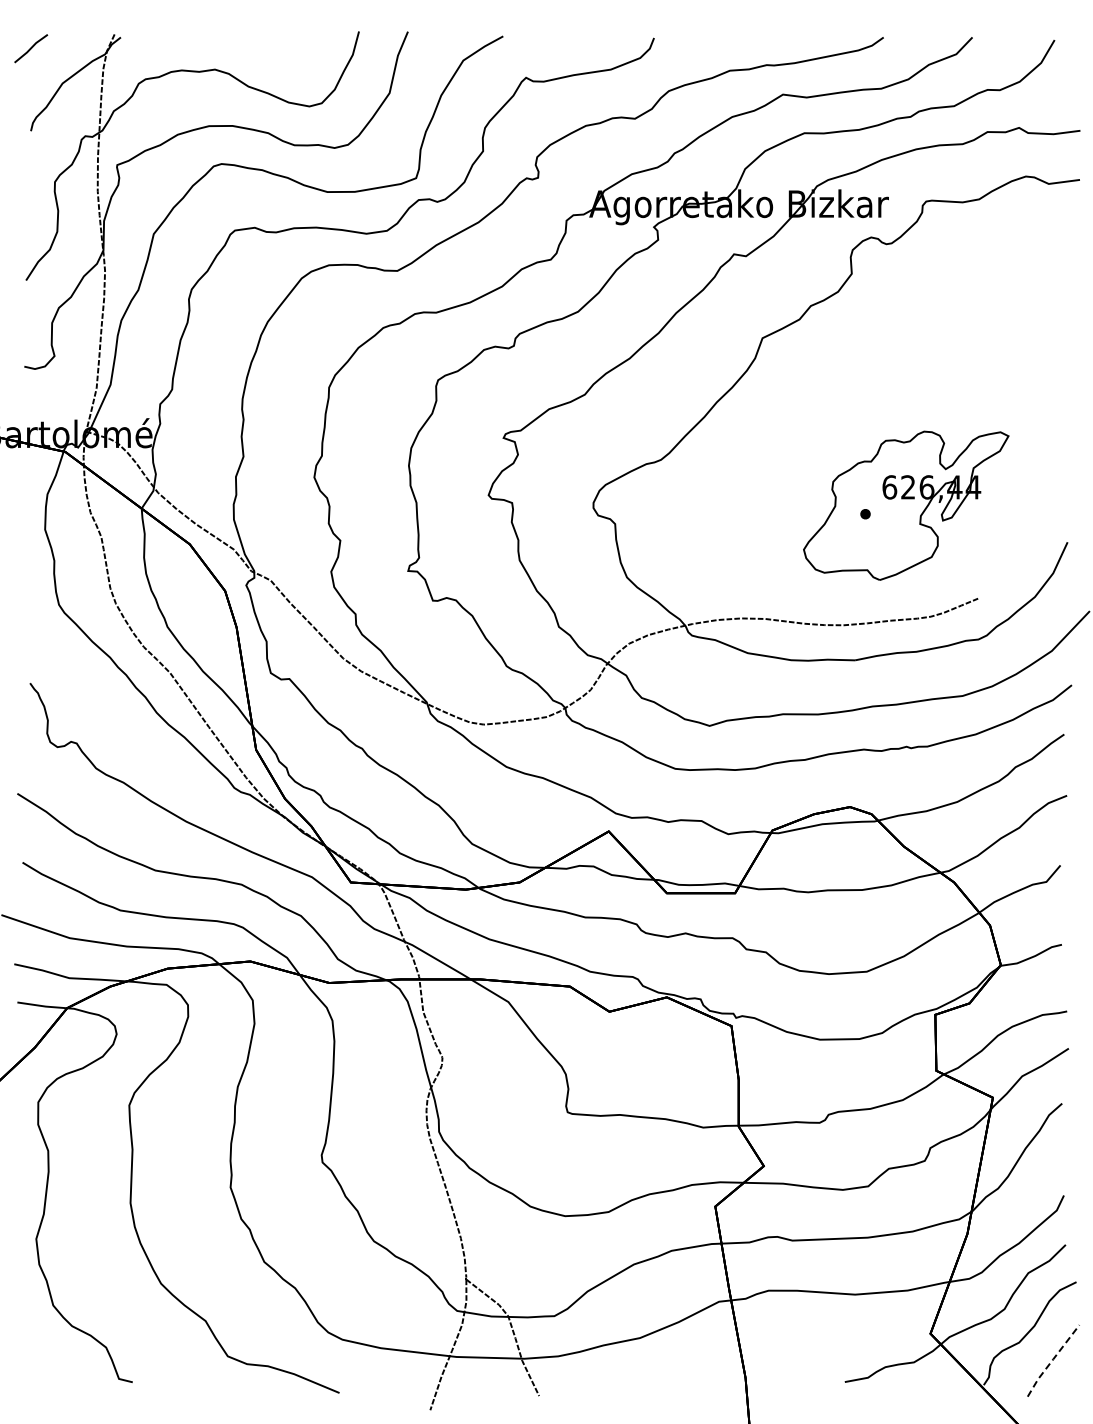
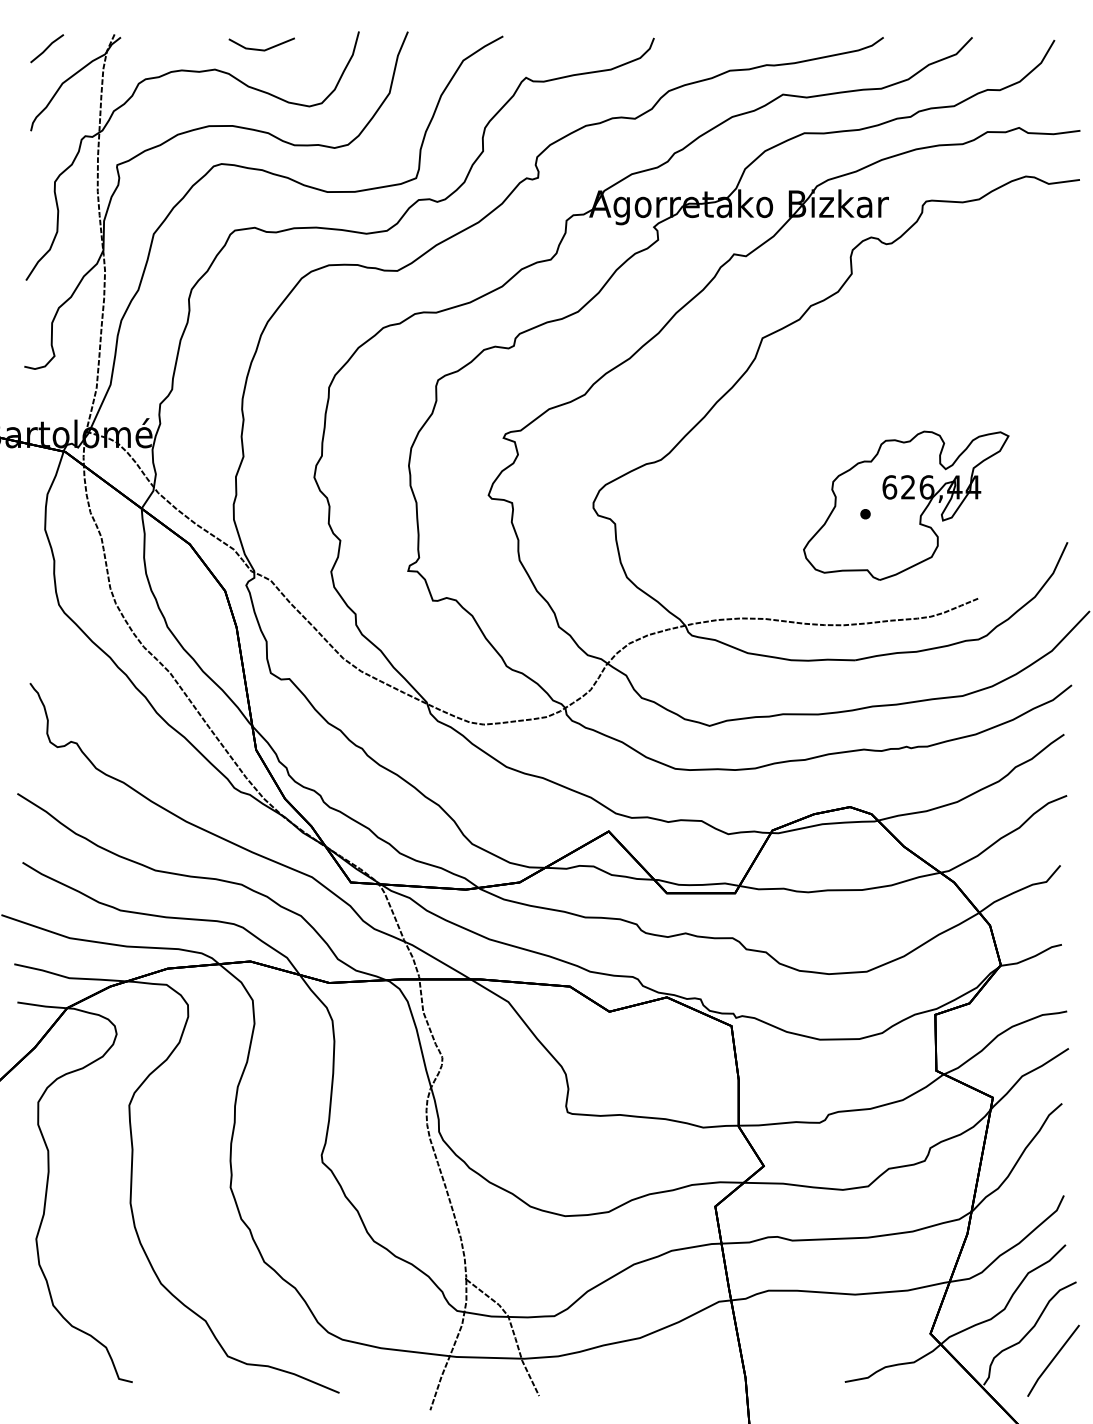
line at (31, 48) position: (31, 48) -> (47, 48)
line at (261, 49): none -> present
line at (1052, 1360): dashed -> solid
